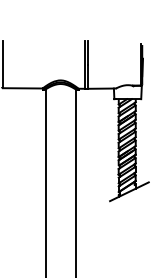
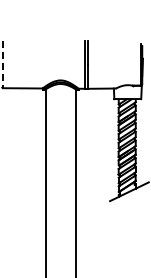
line at (3, 65): solid -> dashed
